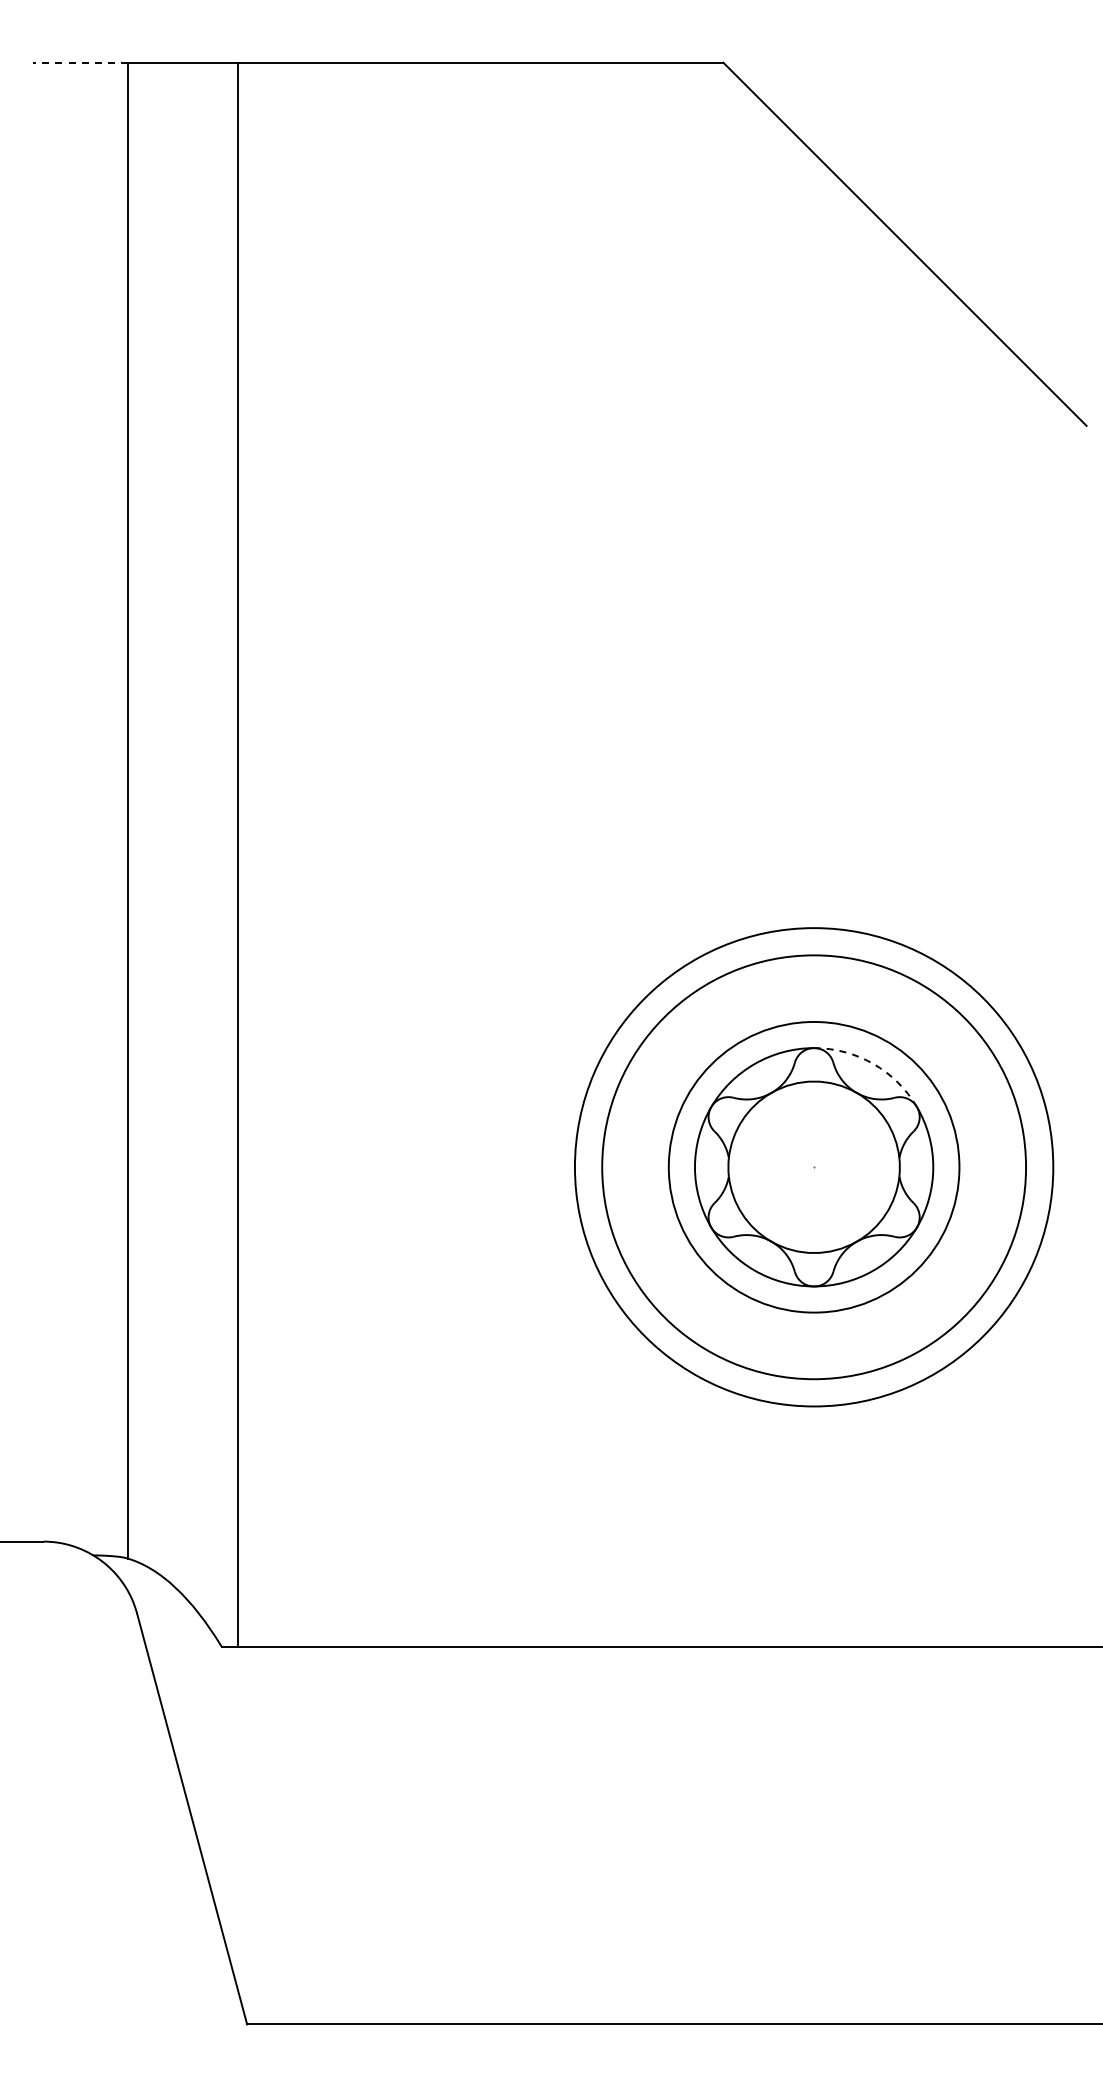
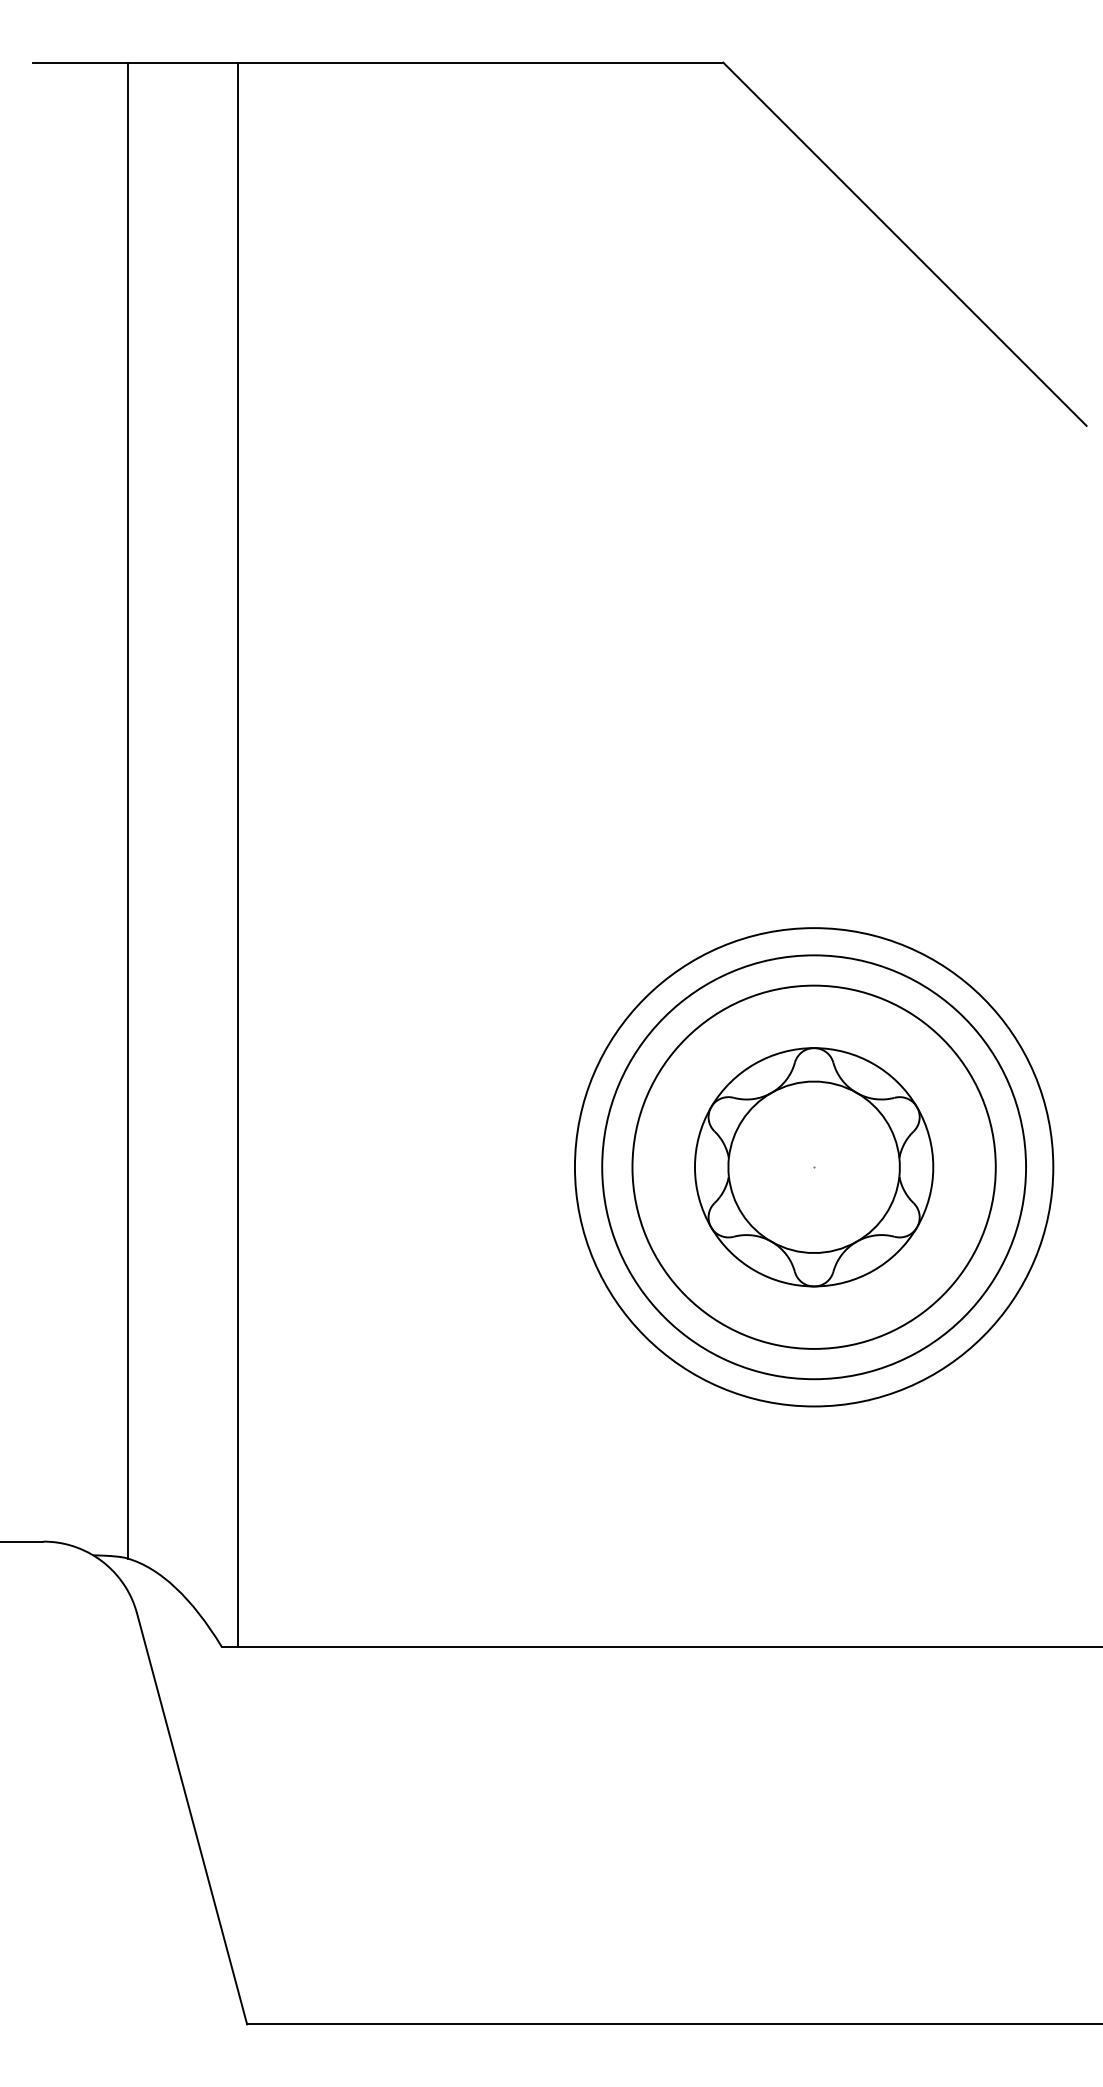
line at (79, 62): dashed -> solid
arc at (873, 1063): dashed -> solid
circle at (813, 1166) diameter: 291 px -> 363 px
